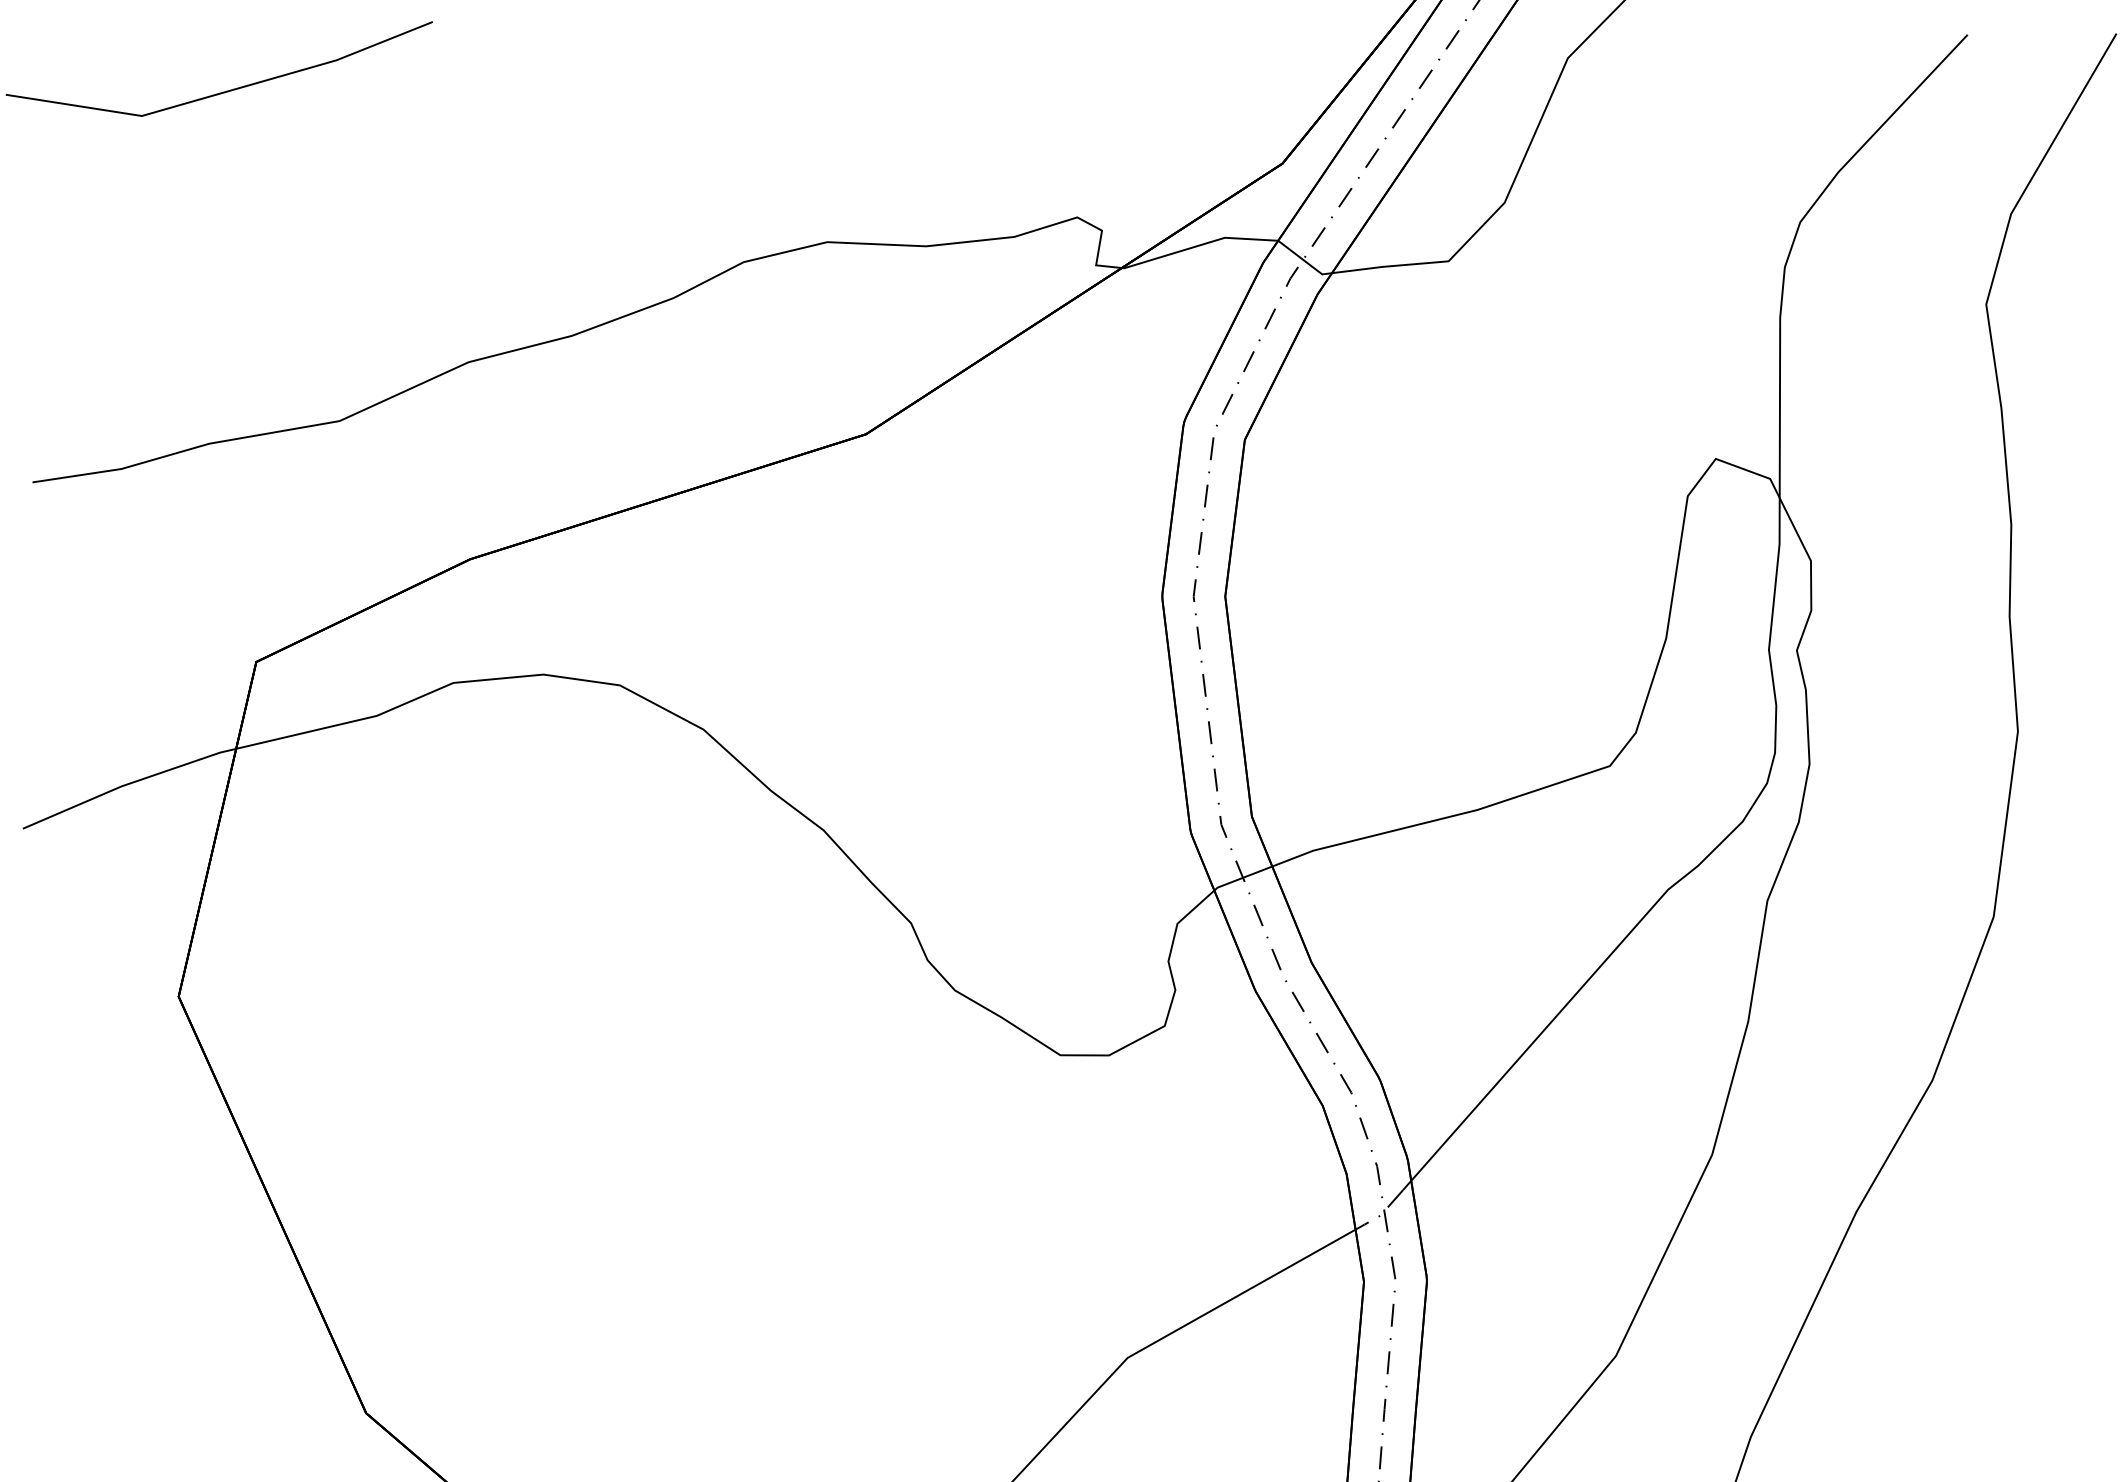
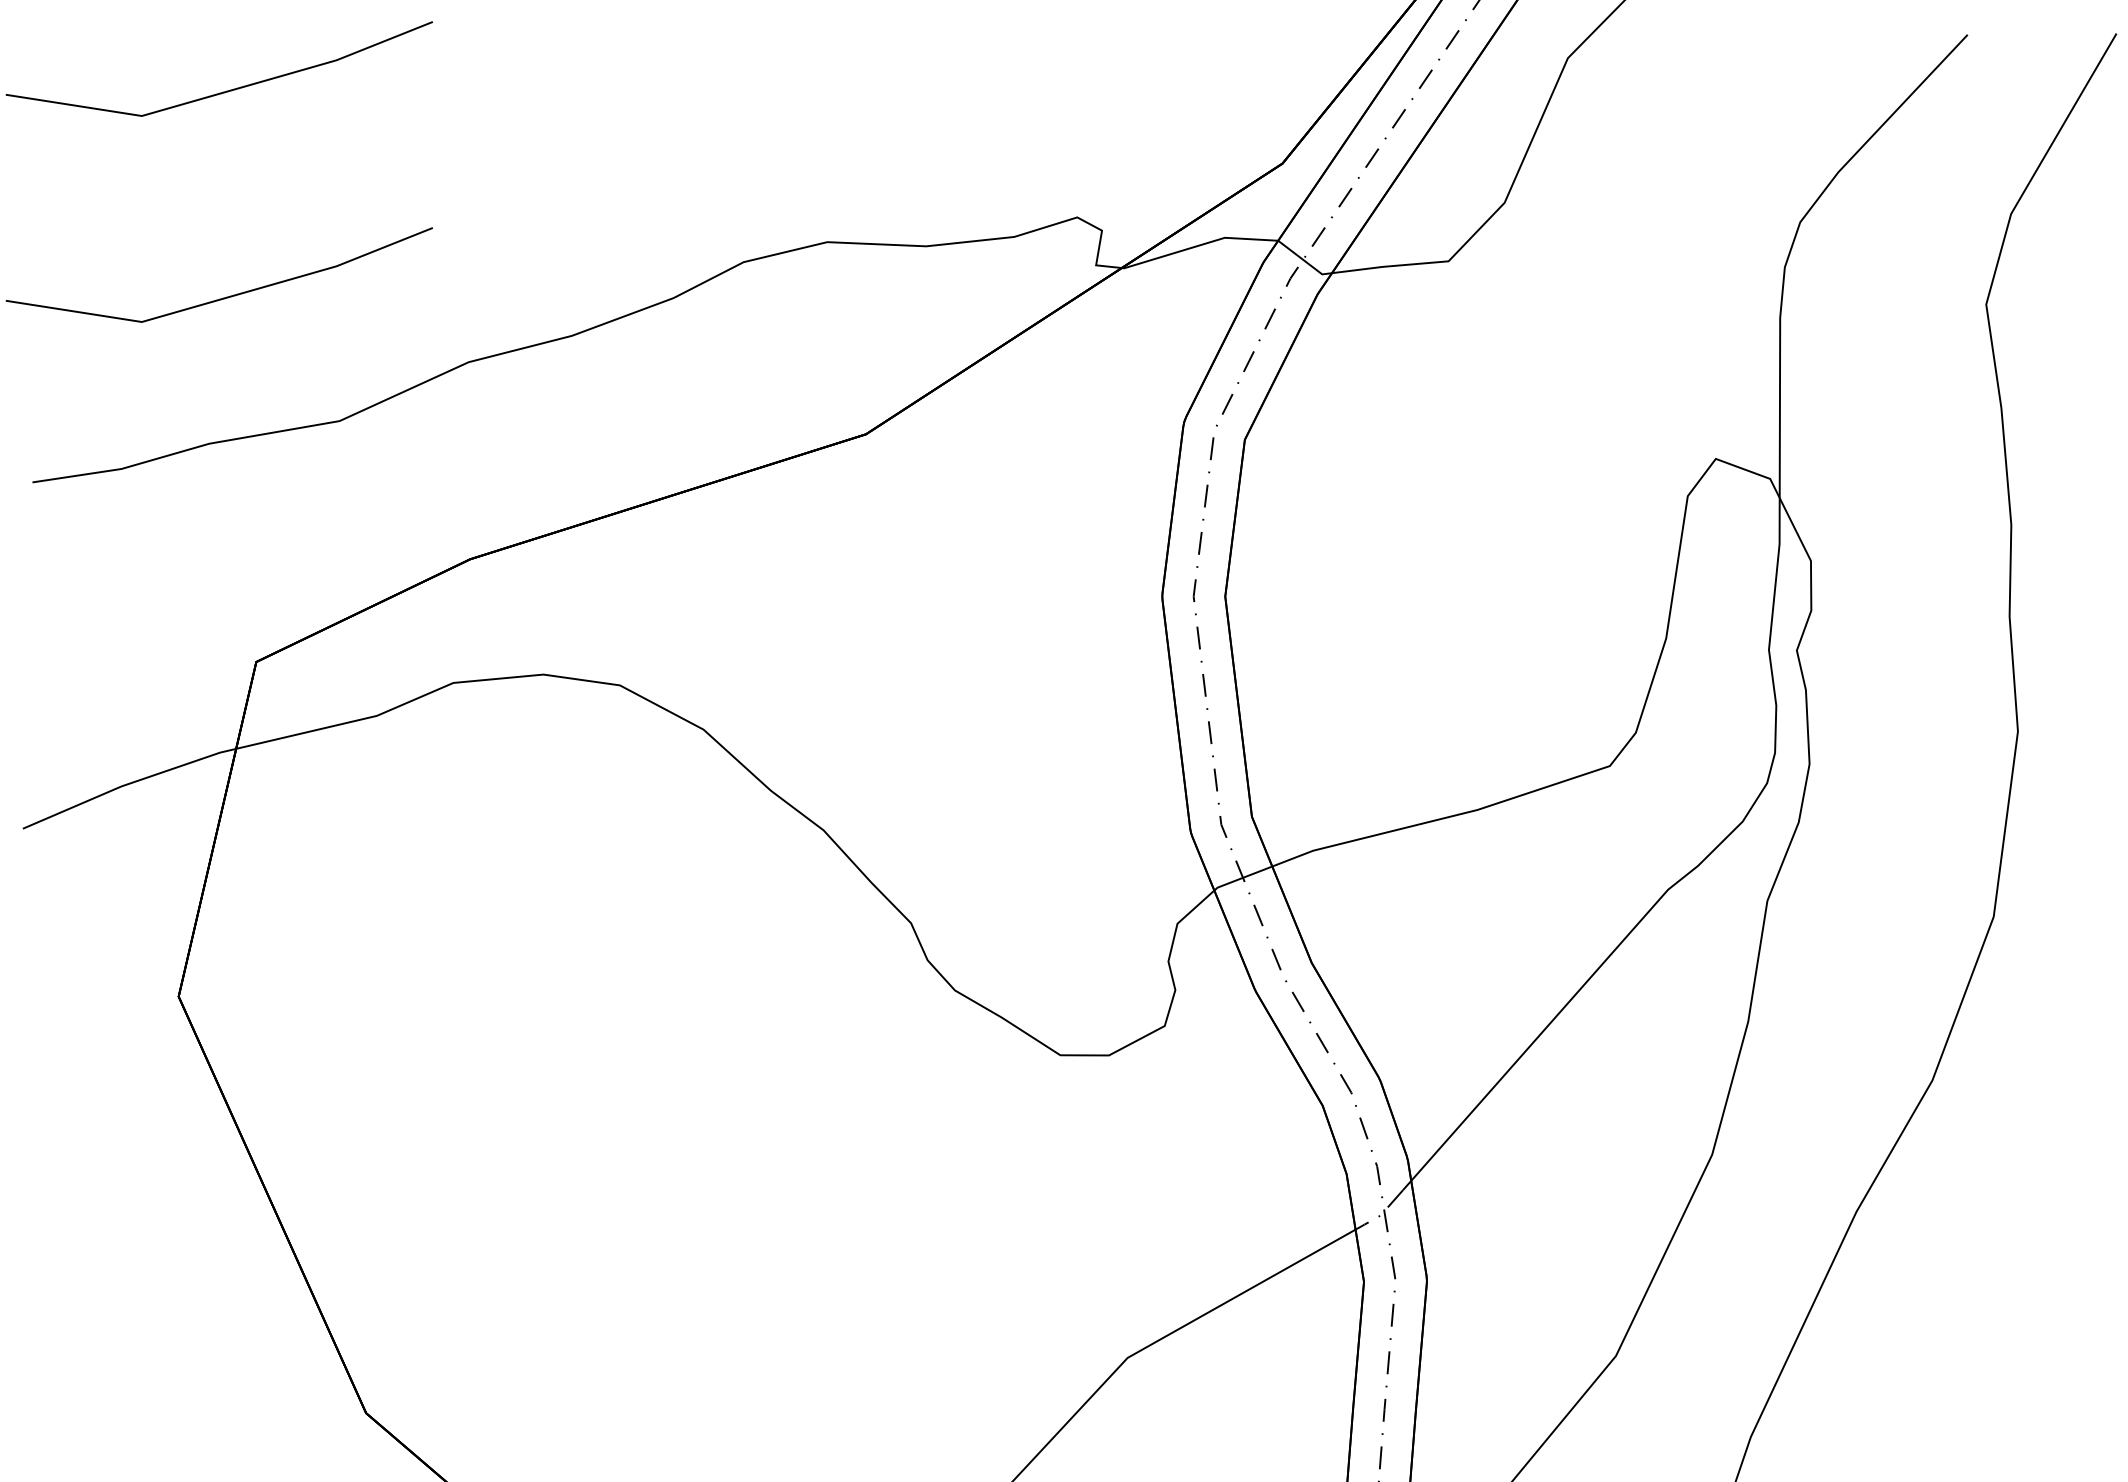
line at (226, 296): none -> present
